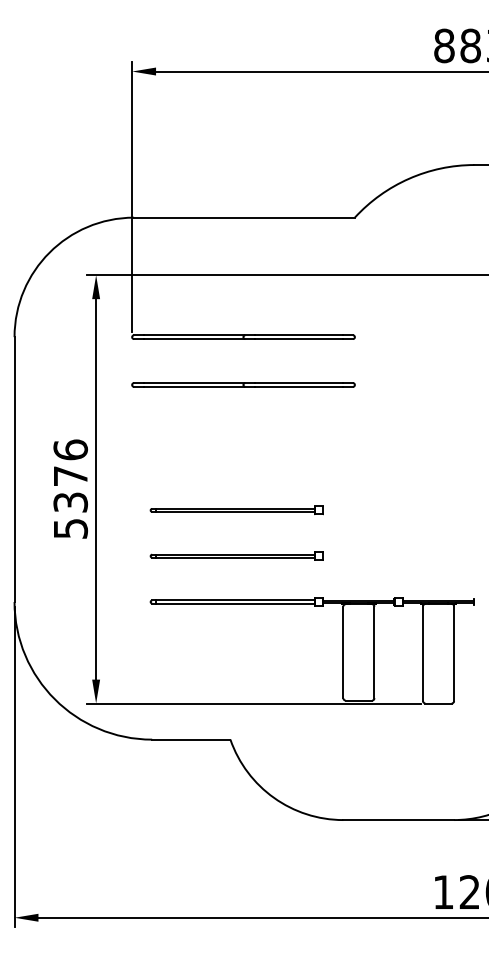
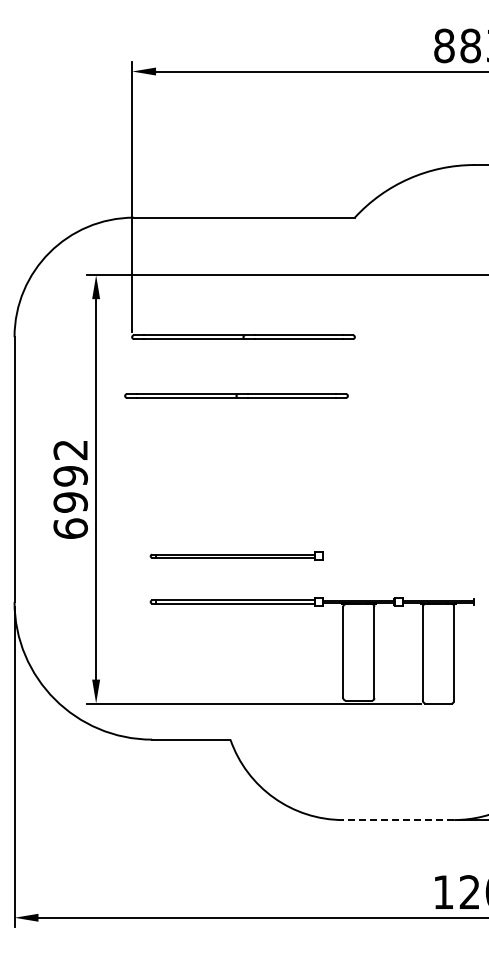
part at (243, 384) position: (243, 384) -> (236, 395)
text at (70, 488): 5376 -> 6992
part at (236, 510): present -> none
line at (398, 820): solid -> dashed
